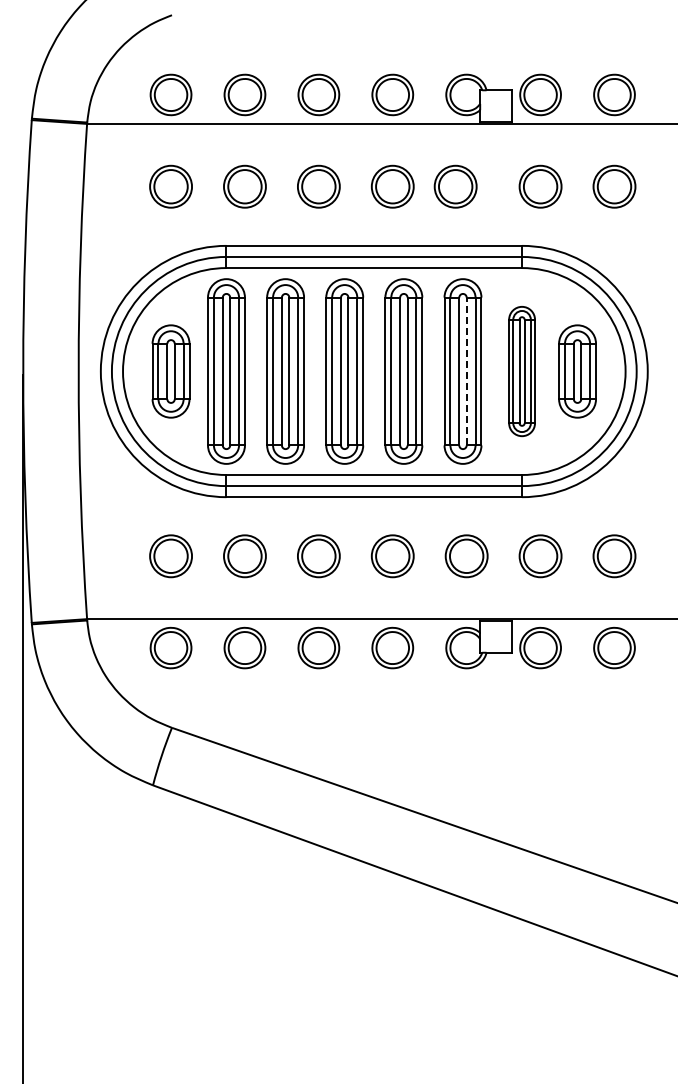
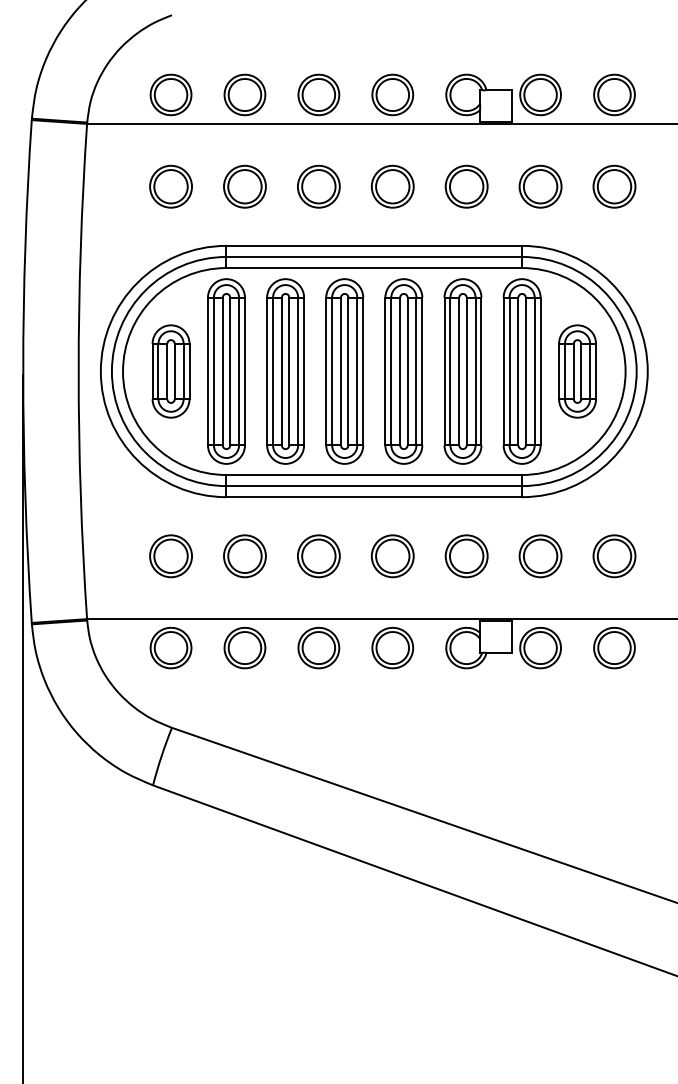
part at (455, 186) position: (455, 186) -> (466, 186)
line at (466, 371): dashed -> solid
part at (521, 371) size: 28x132 px -> 40x187 px
